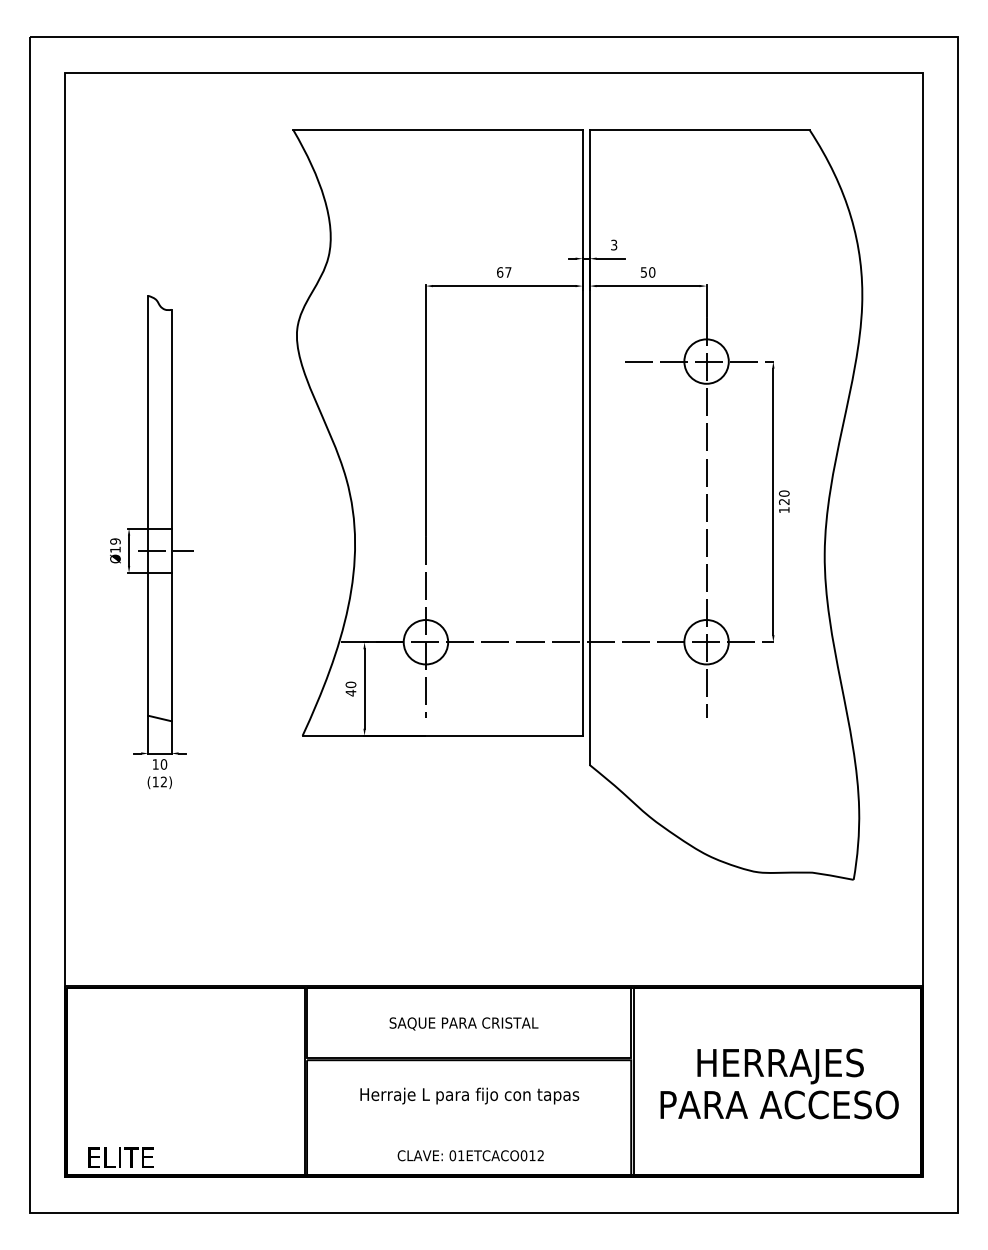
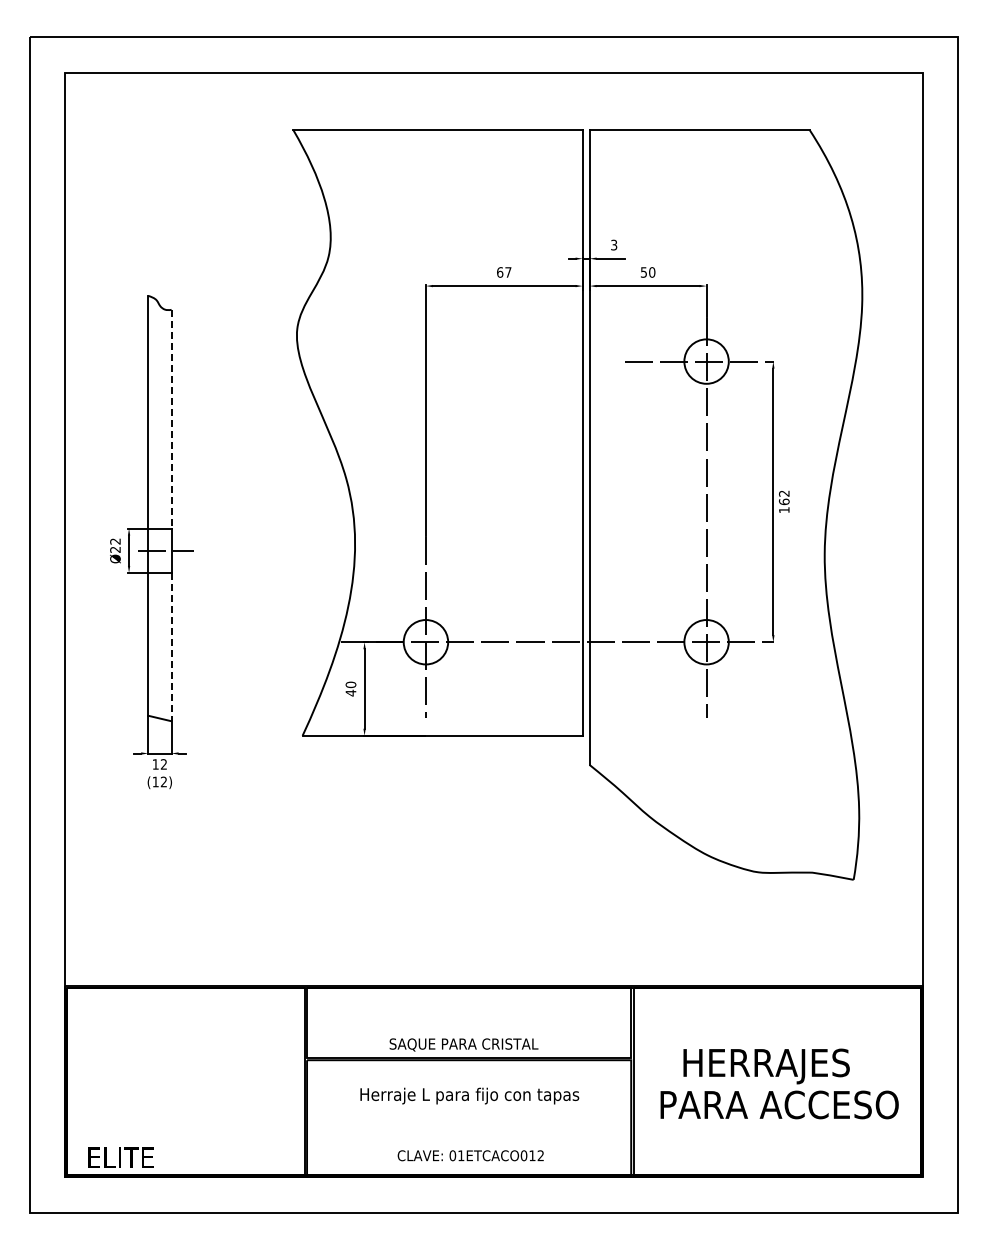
line at (171, 419): solid -> dashed
text at (783, 497): 120 -> 162
text at (115, 545): Ø19 -> Ø22
line at (171, 647): solid -> dashed
text at (163, 764): 10 -> 12
text at (463, 1023) position: (463, 1023) -> (463, 1044)
text at (780, 1066) position: (780, 1066) -> (766, 1066)
